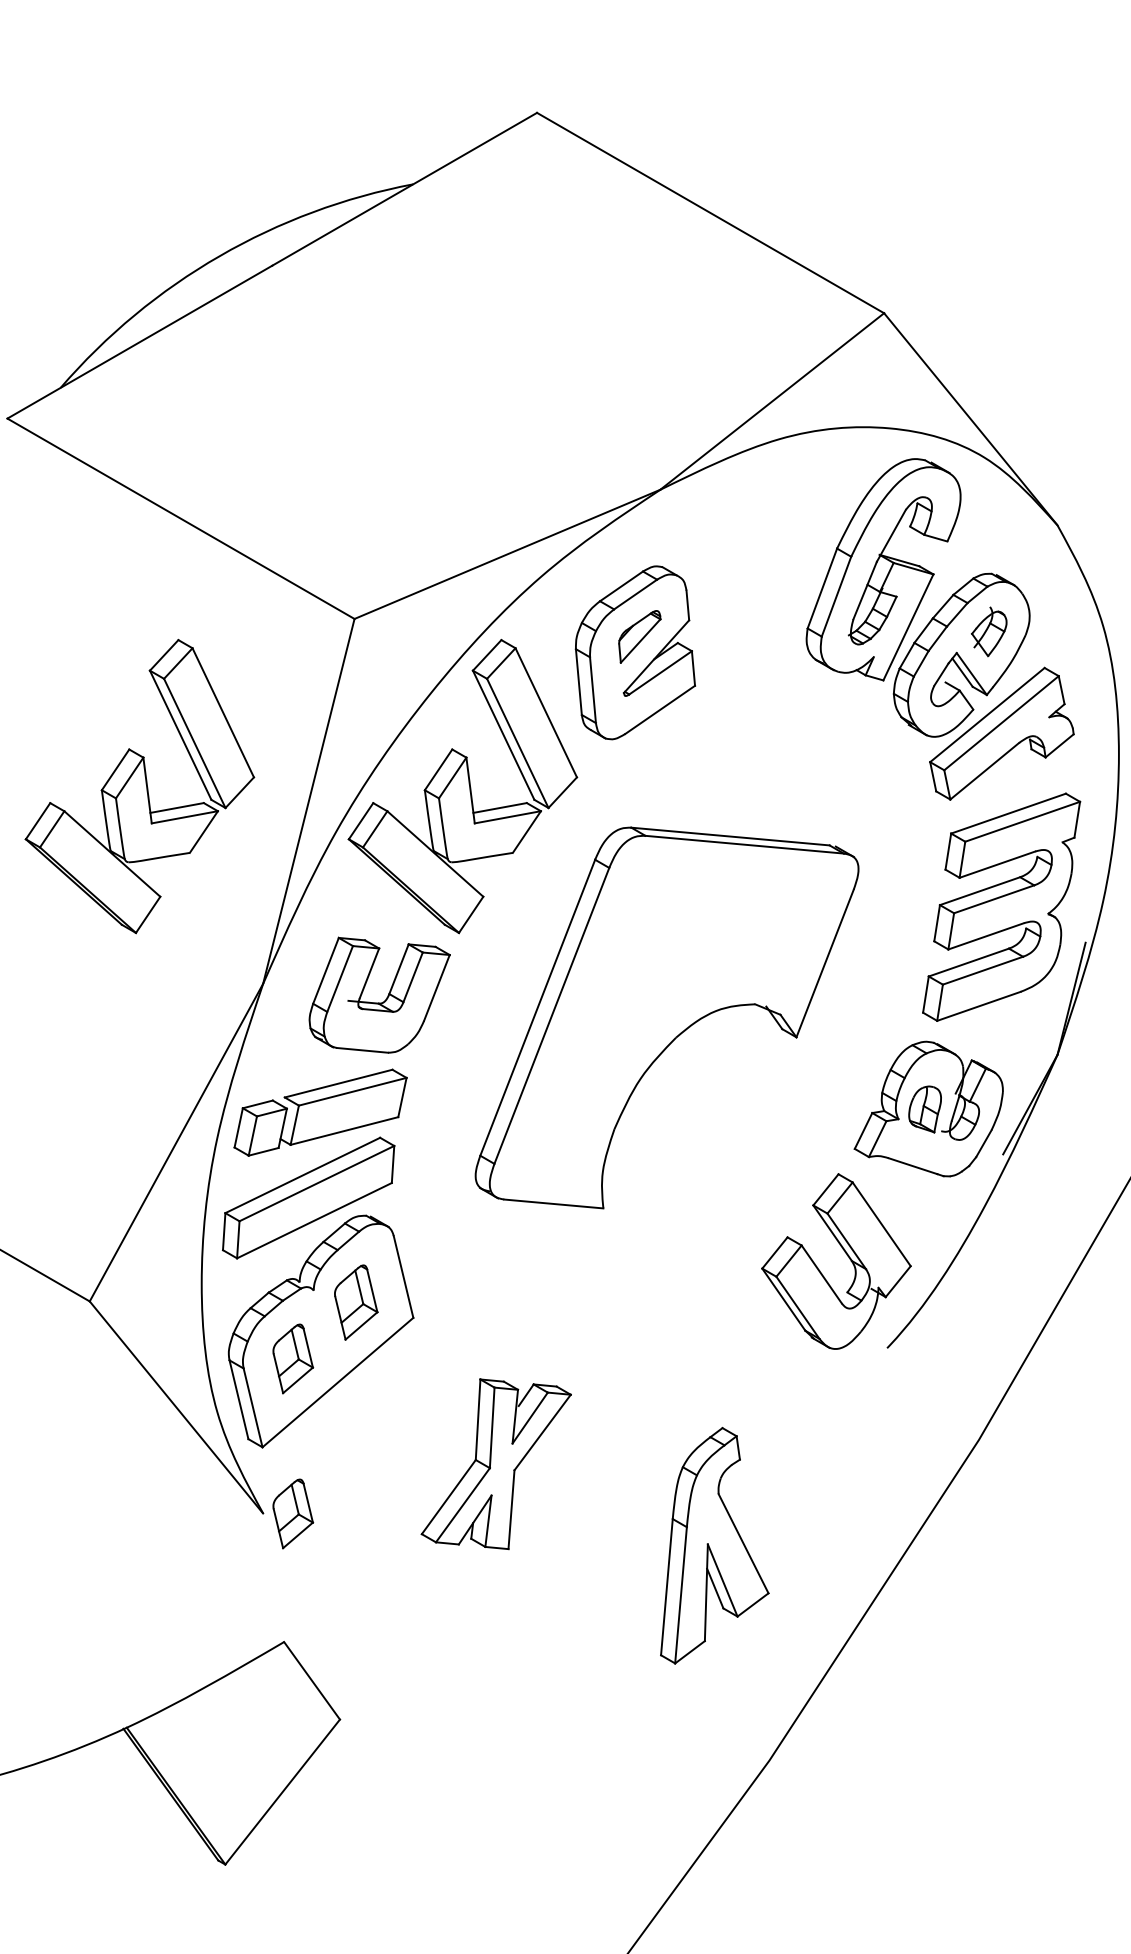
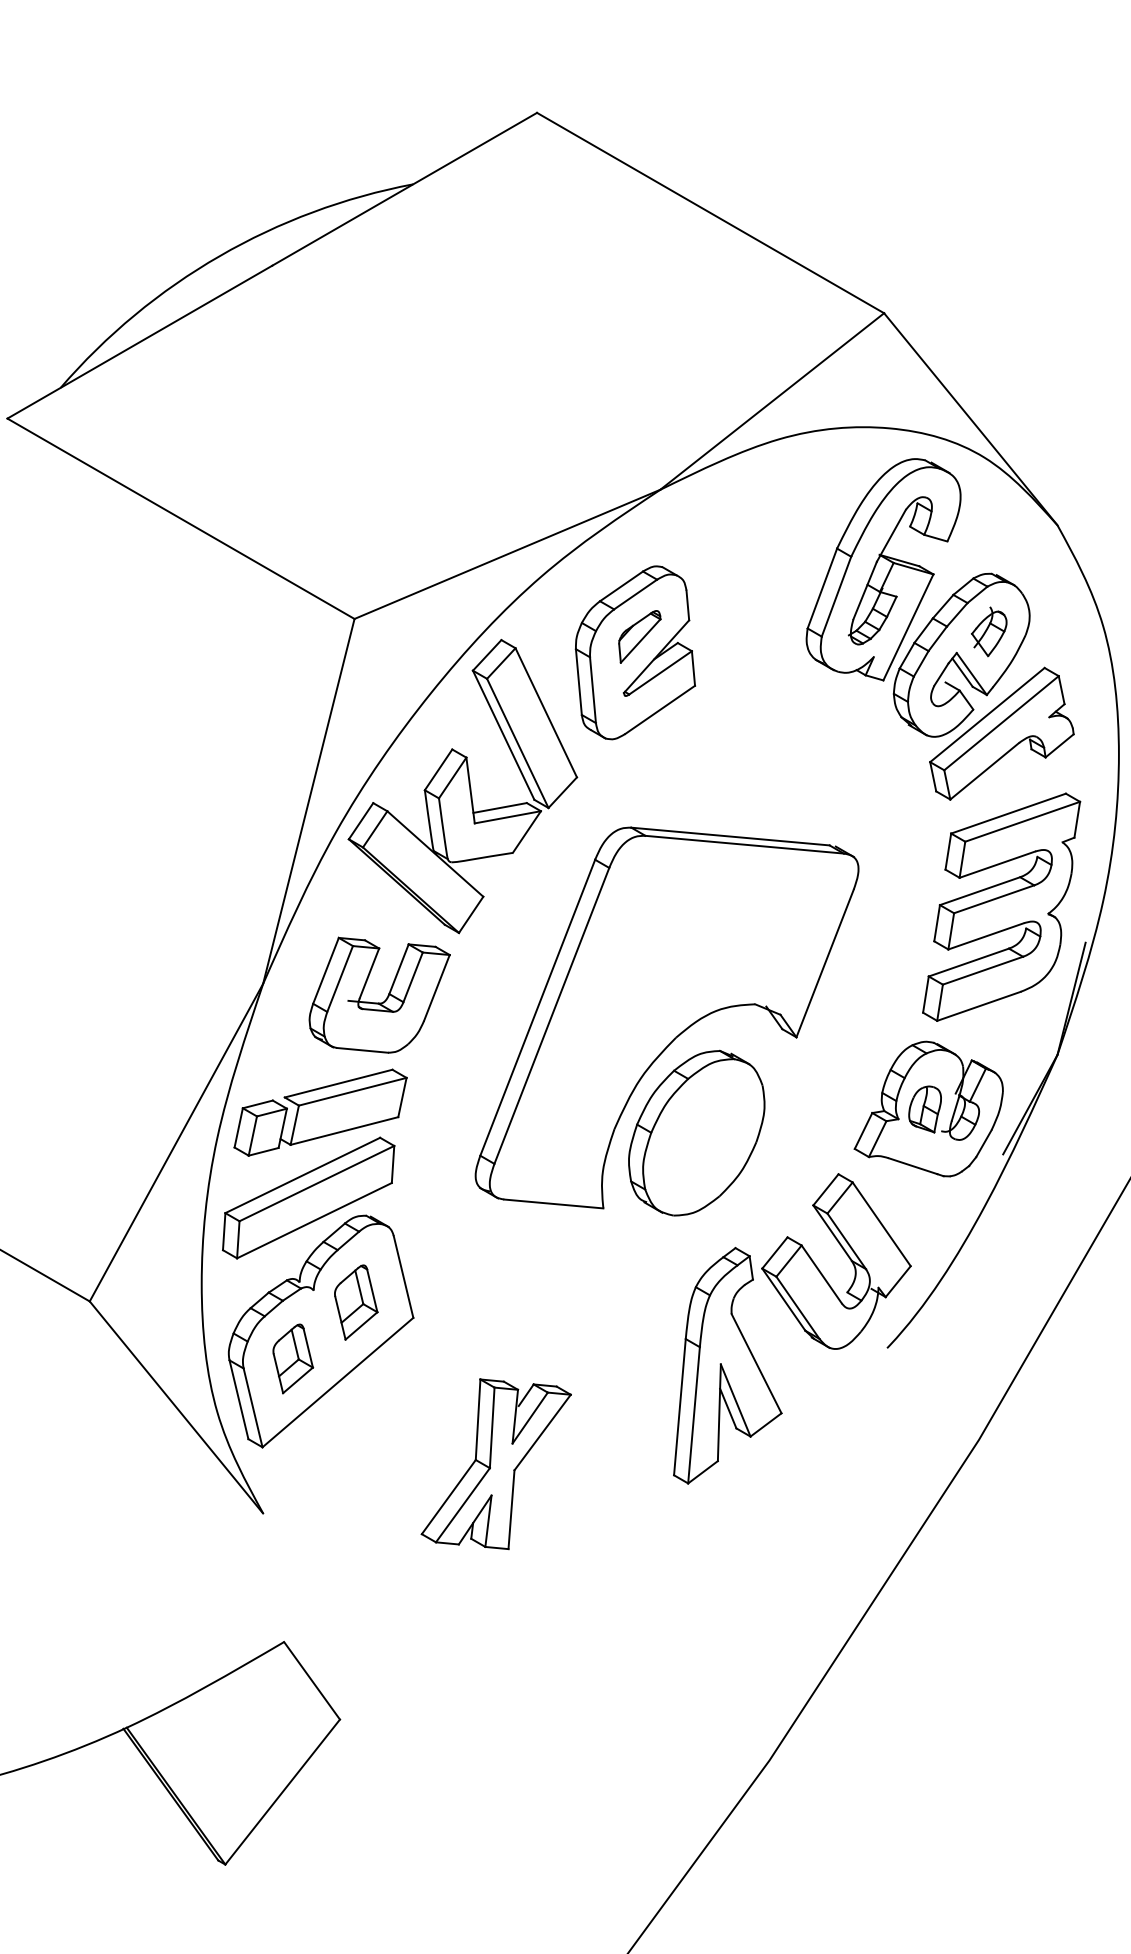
part at (139, 786): present -> none
part at (696, 1132): none -> present
part at (293, 1513): present -> none
part at (714, 1545) position: (714, 1545) -> (727, 1365)
